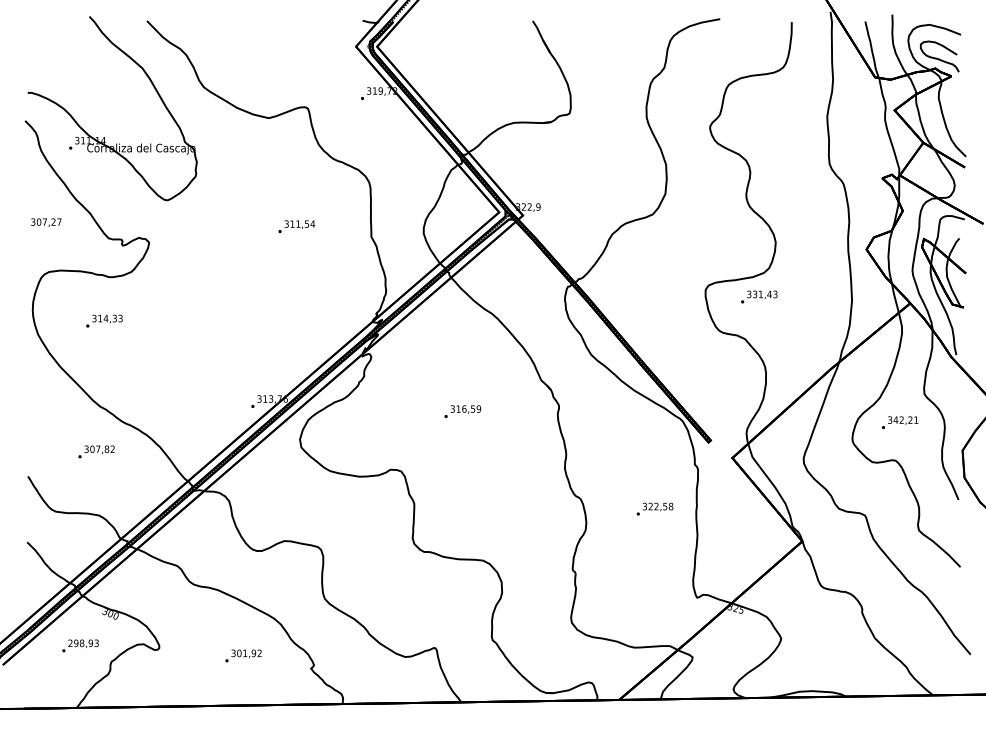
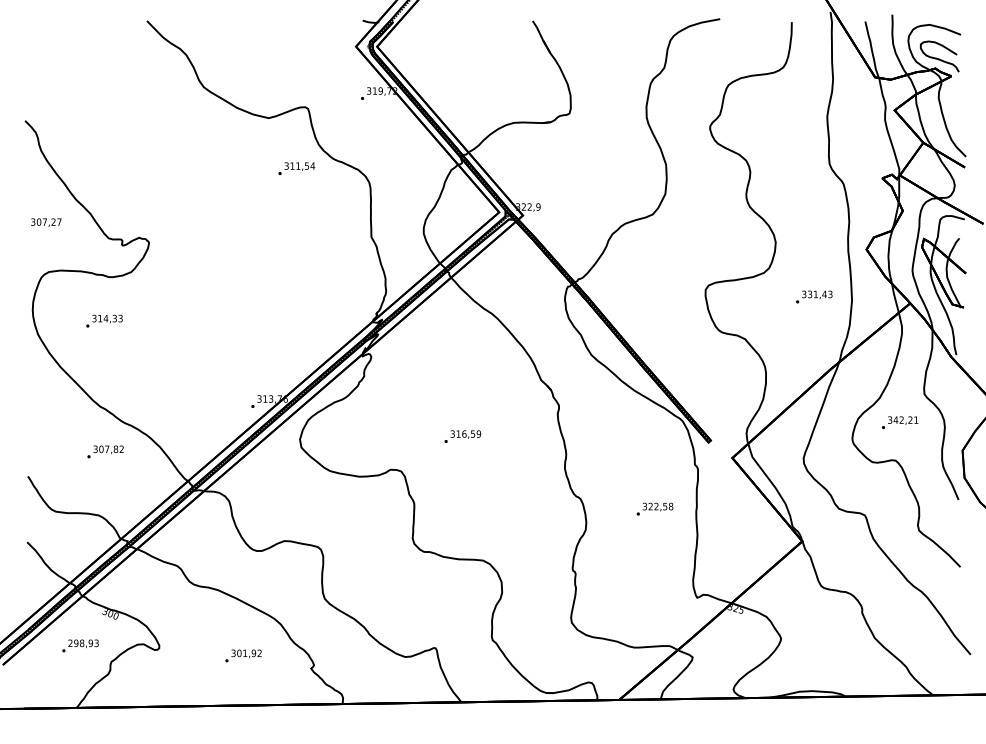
part at (104, 137): present -> none
text at (296, 226) position: (296, 226) -> (296, 168)
text at (759, 296) position: (759, 296) -> (814, 296)
text at (462, 411) position: (462, 411) -> (462, 436)
text at (96, 451) position: (96, 451) -> (105, 451)
